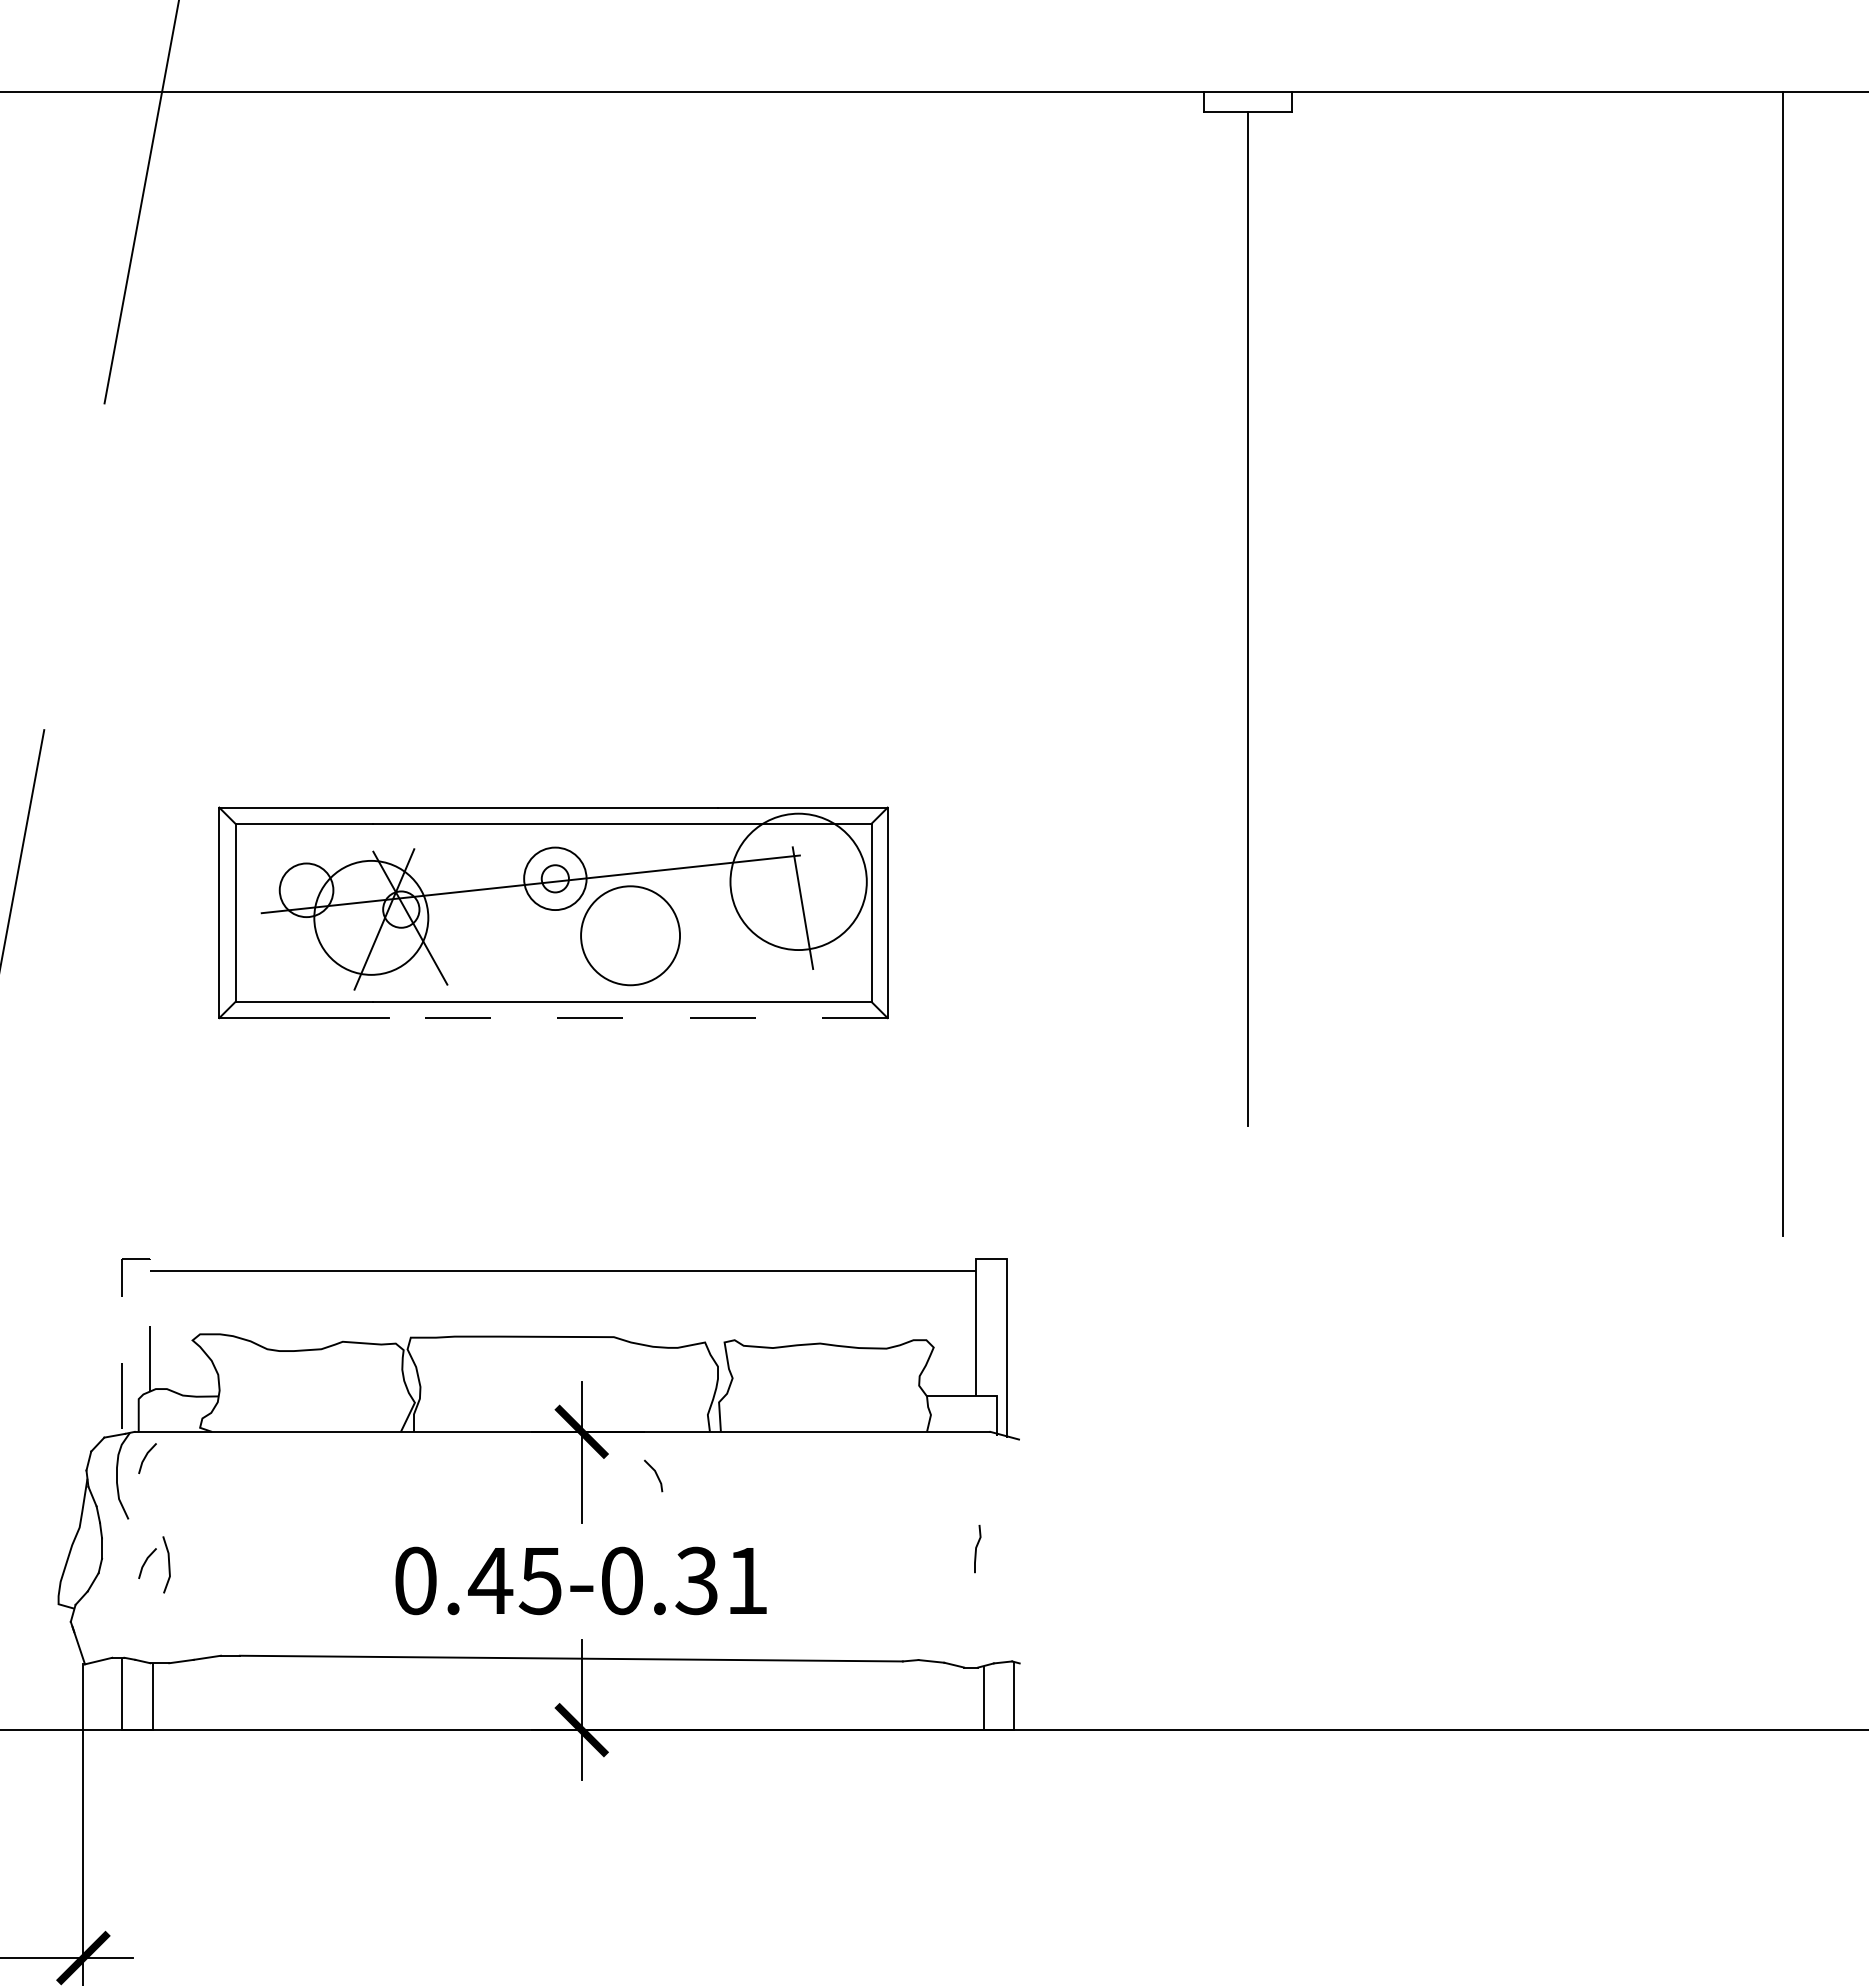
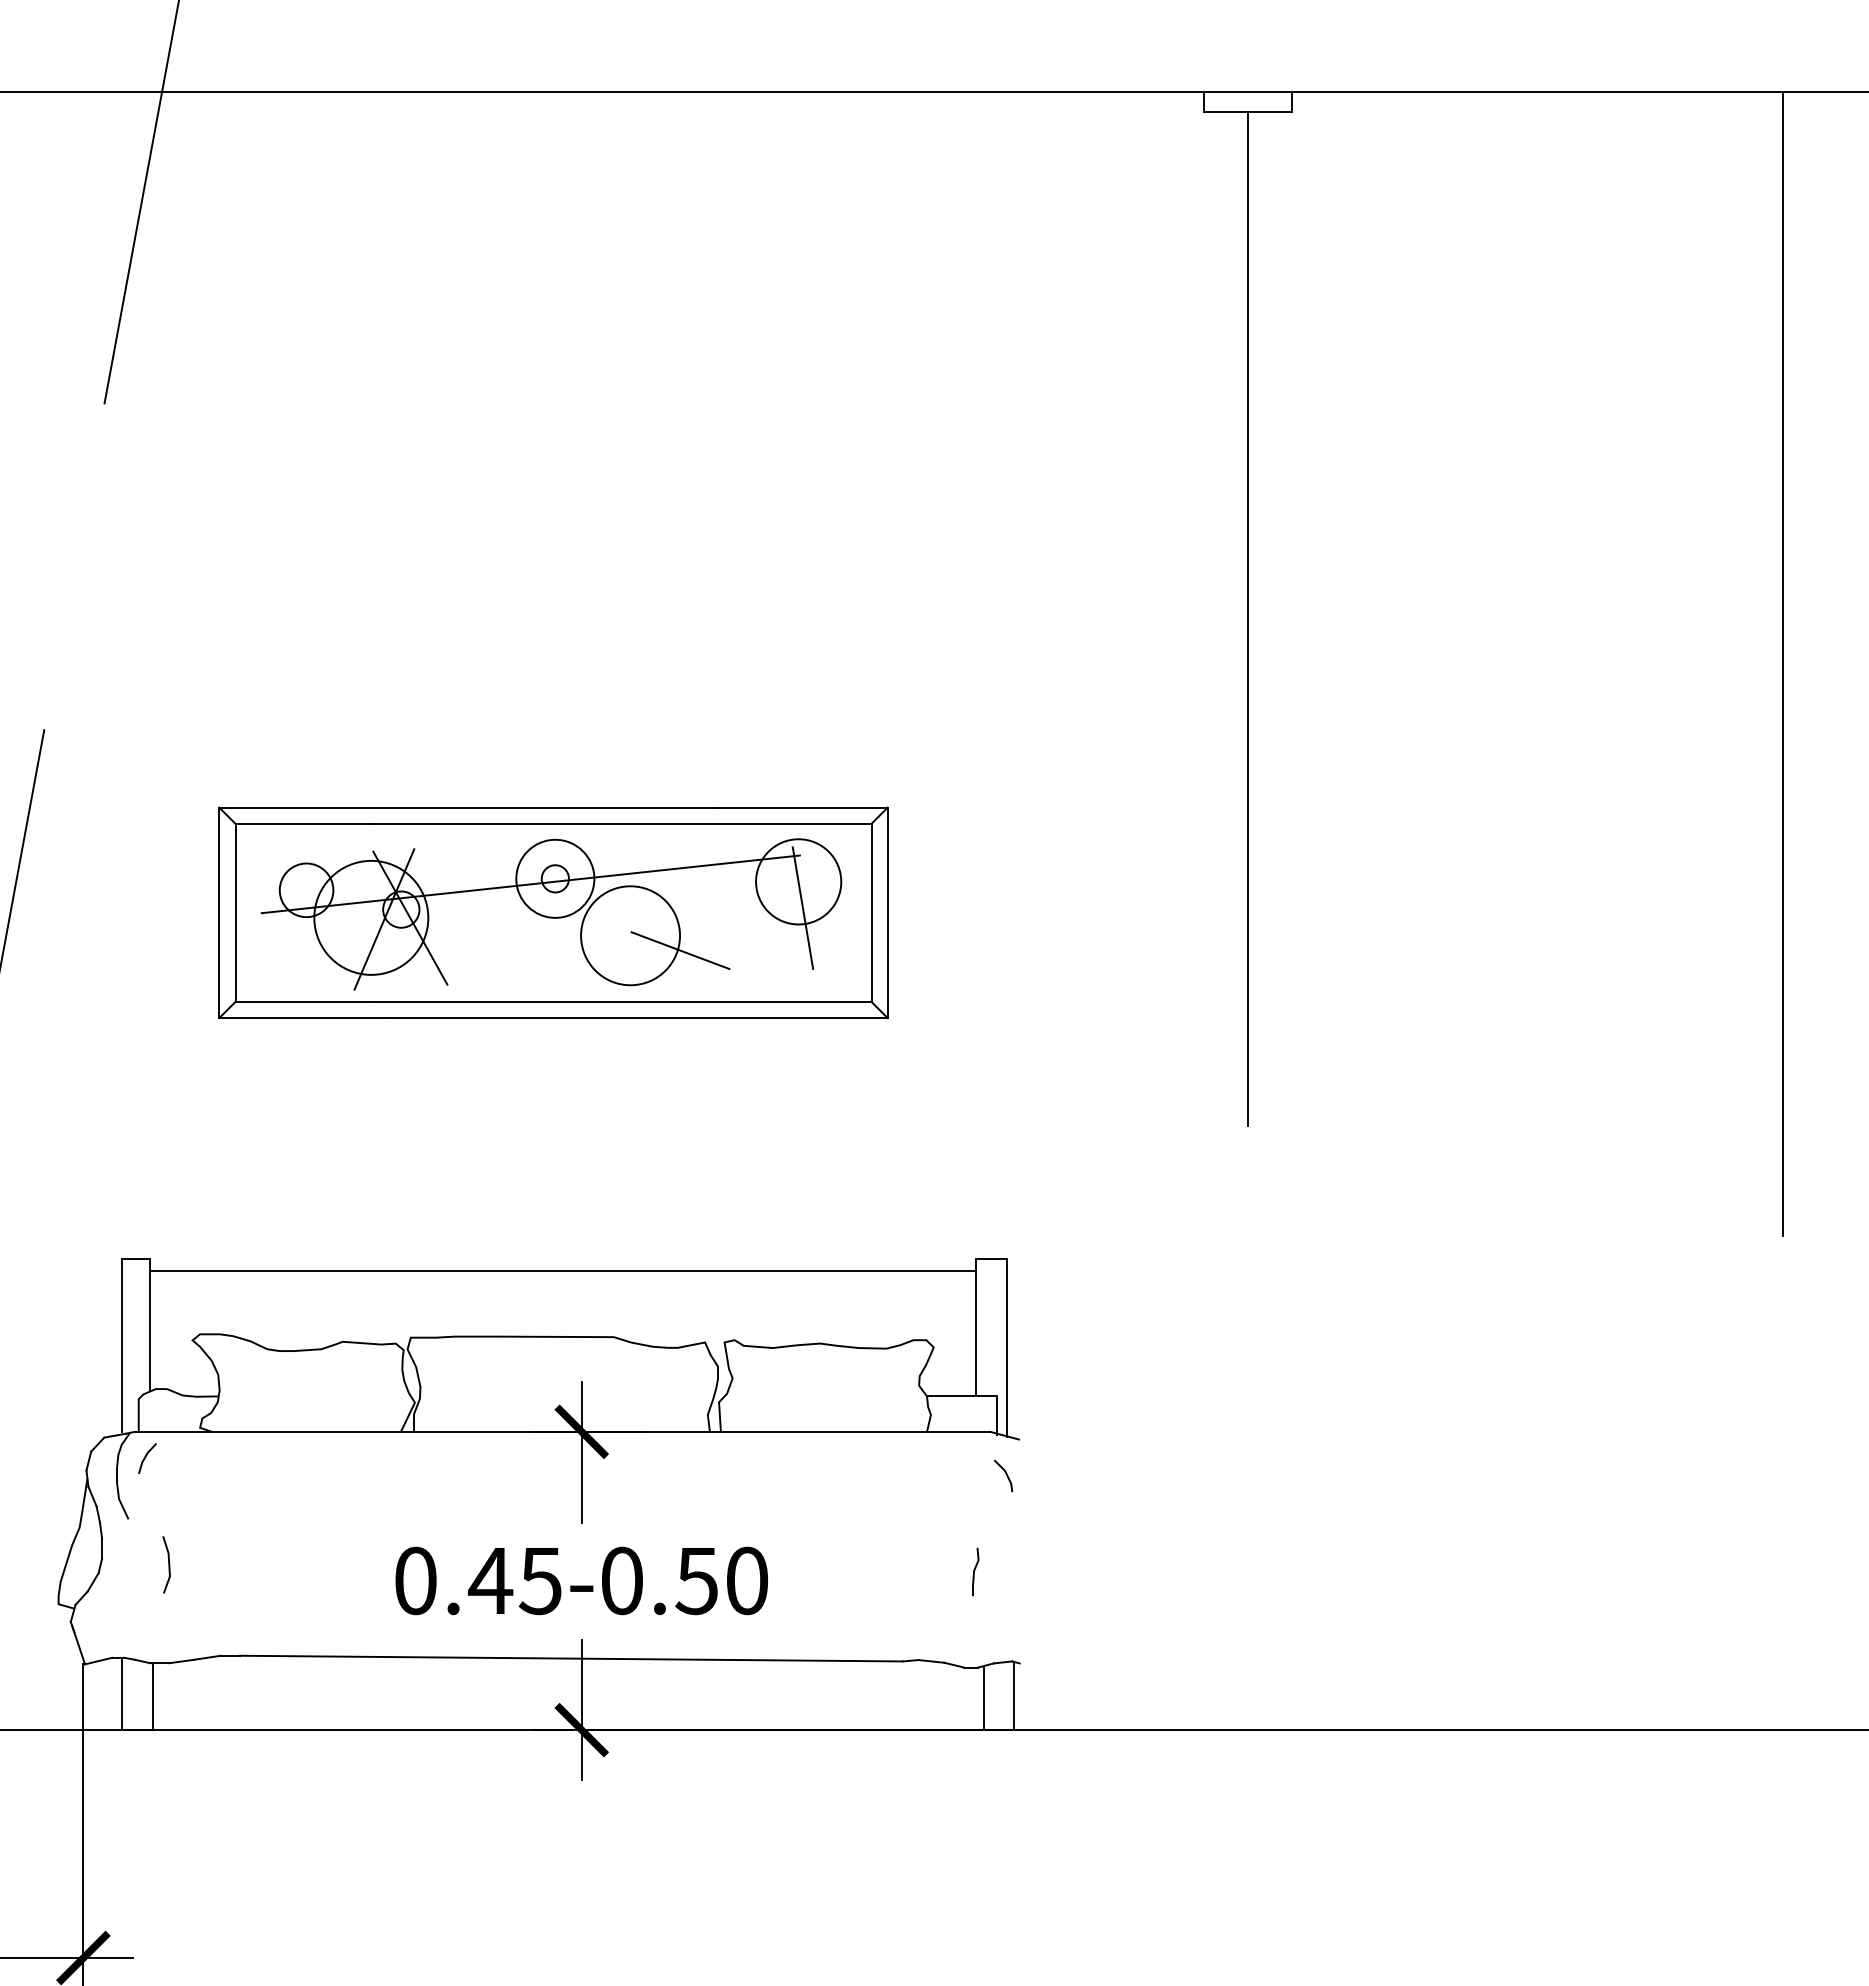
circle at (555, 878) diameter: 62 px -> 78 px
circle at (798, 881) diameter: 136 px -> 85 px
line at (680, 950): none -> present
line at (638, 1018): dashed -> solid
line at (122, 1265): dashed -> solid
line at (655, 1474) position: (655, 1474) -> (1005, 1474)
line at (976, 1549) position: (976, 1549) -> (974, 1572)
line at (146, 1562): present -> none
text at (721, 1580): 0.45-0.31 -> 0.45-0.50
